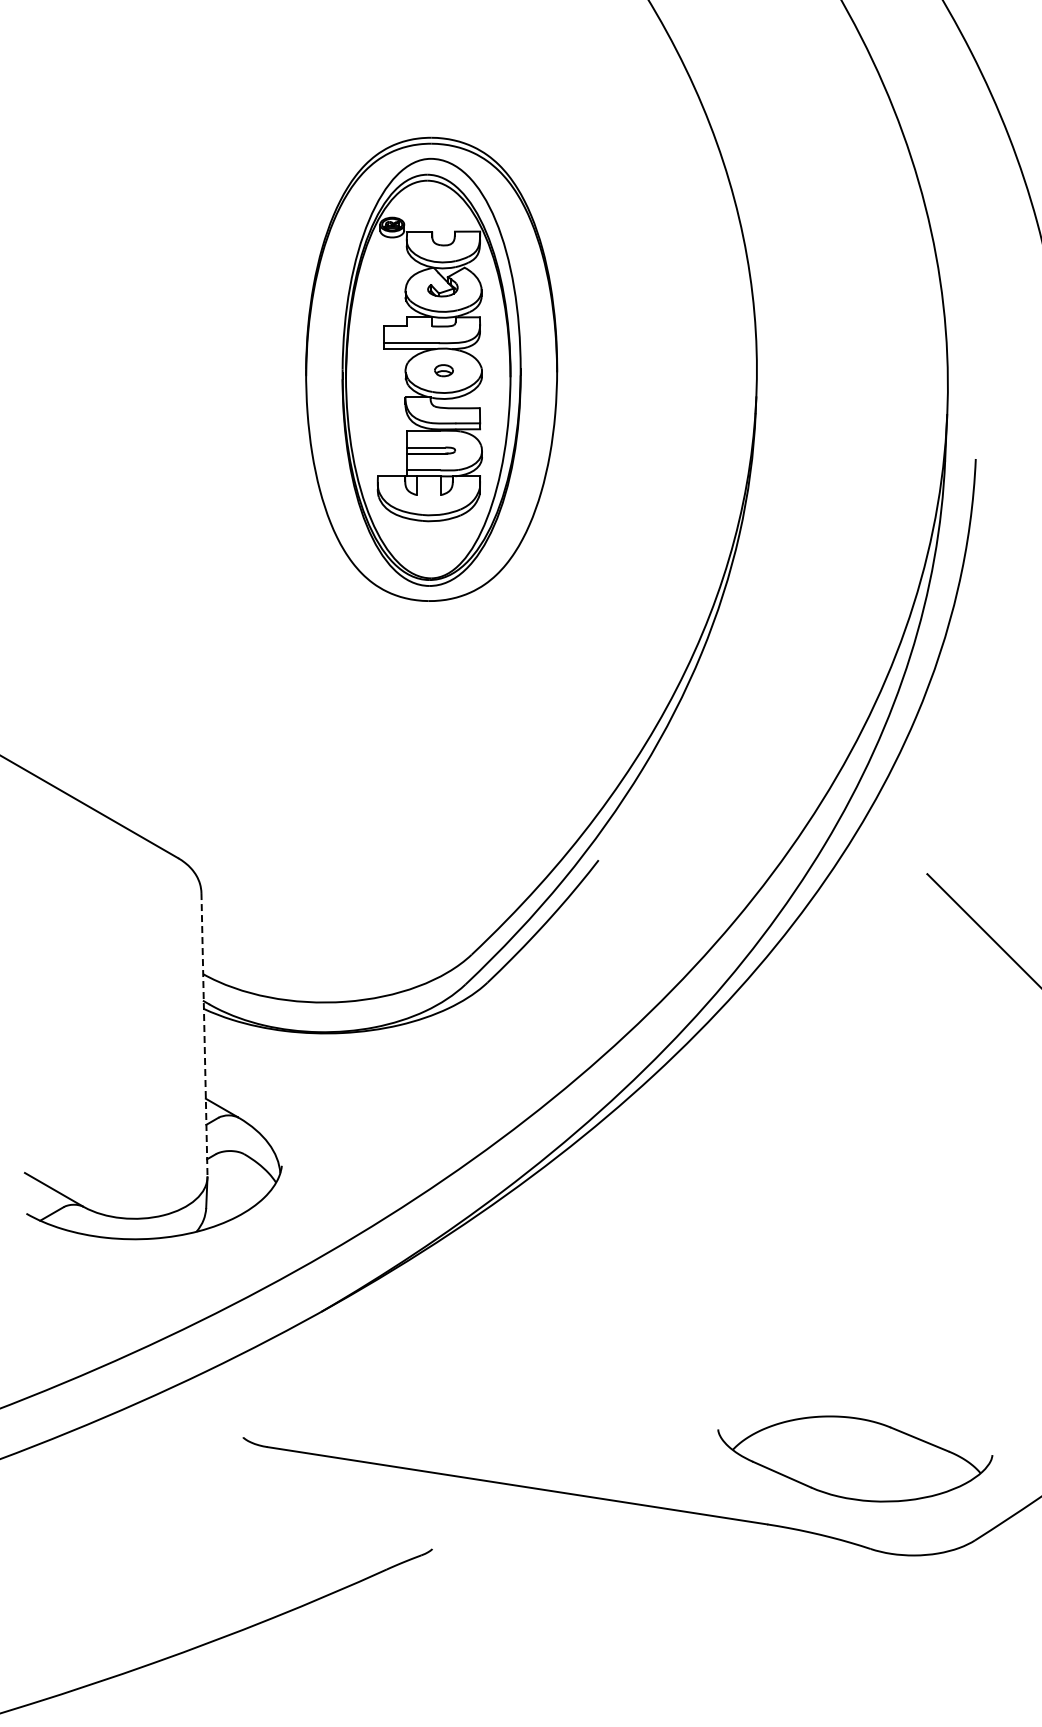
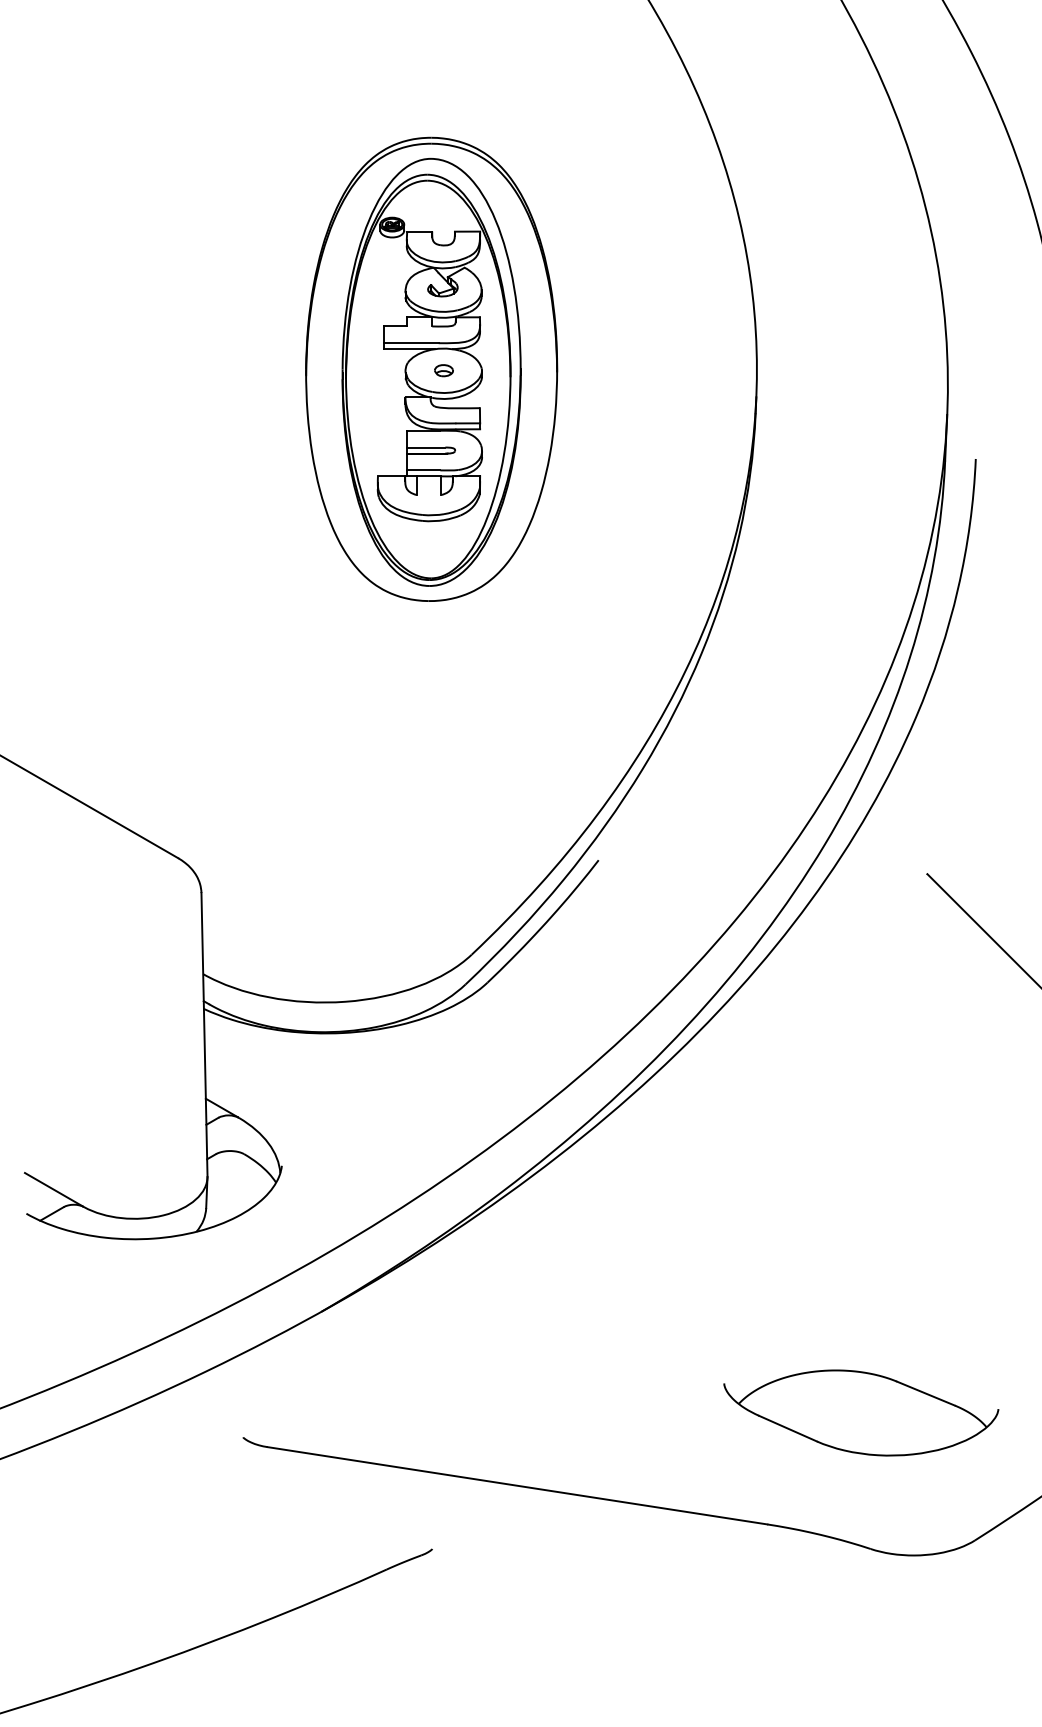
line at (204, 1034): dashed -> solid
part at (855, 1458) position: (855, 1458) -> (861, 1412)
